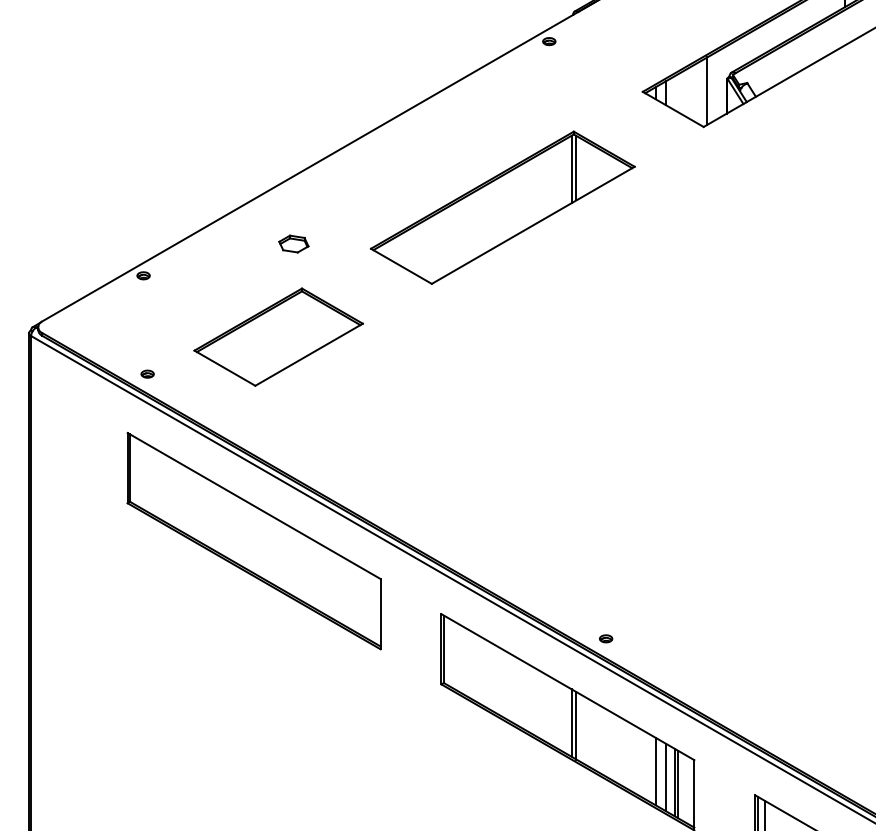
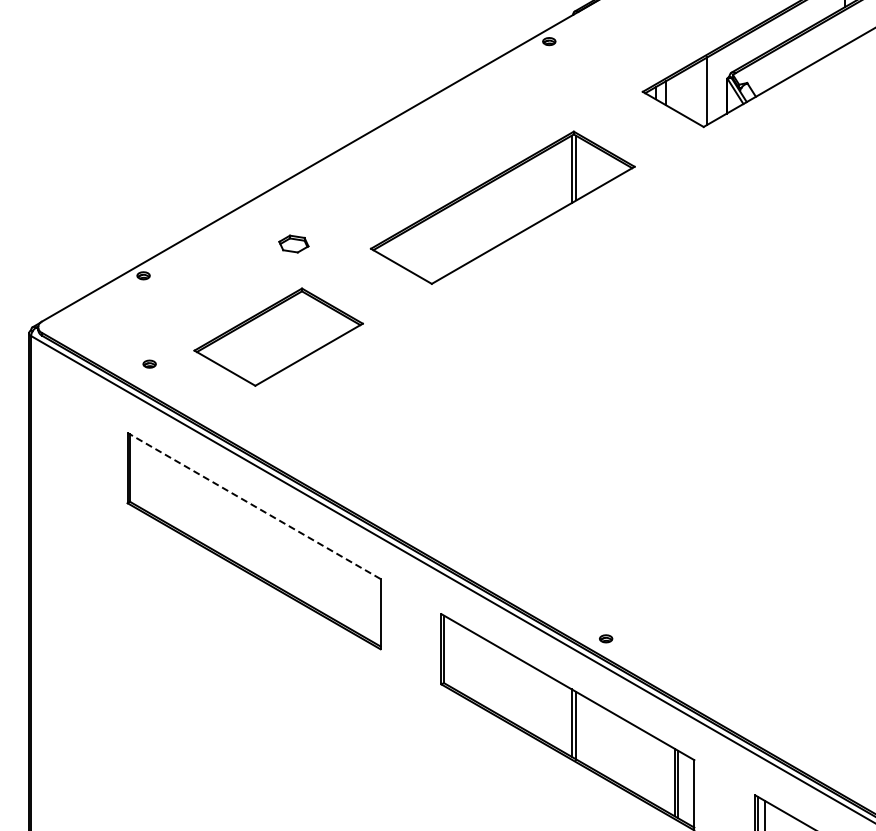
part at (147, 373) position: (147, 373) -> (149, 363)
line at (253, 505): solid -> dashed
line at (655, 771): present -> none
line at (665, 777): present -> none
